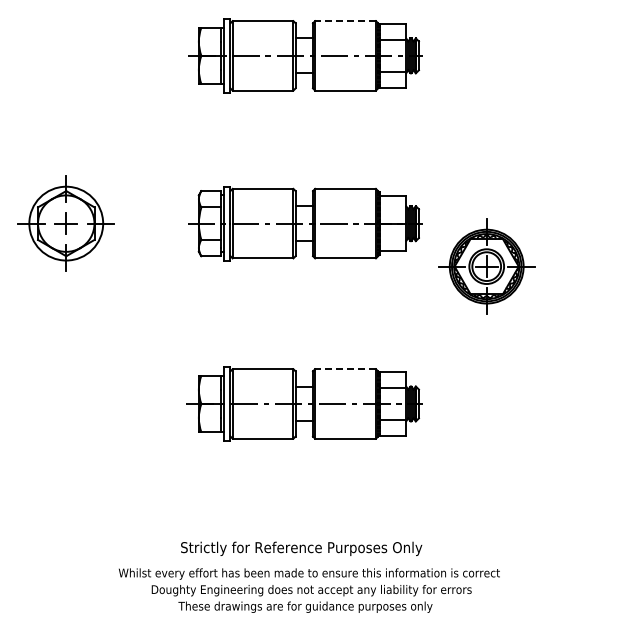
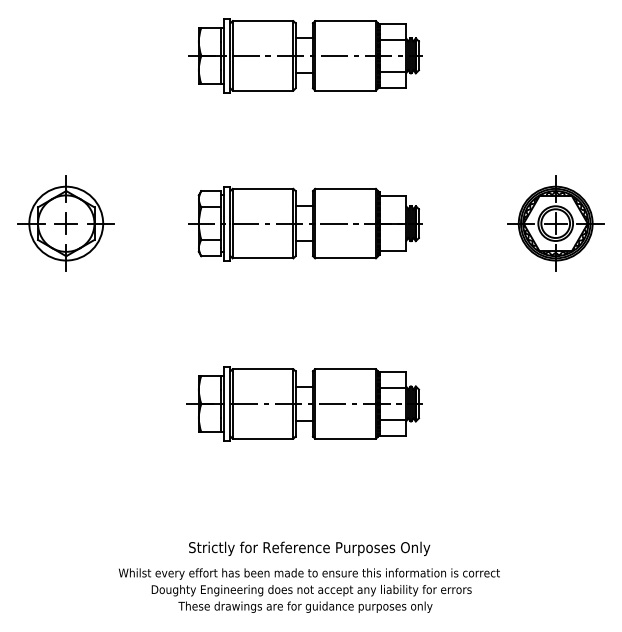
line at (345, 21): dashed -> solid
part at (486, 266) position: (486, 266) -> (555, 223)
line at (345, 369): dashed -> solid
text at (301, 548) position: (301, 548) -> (309, 548)
